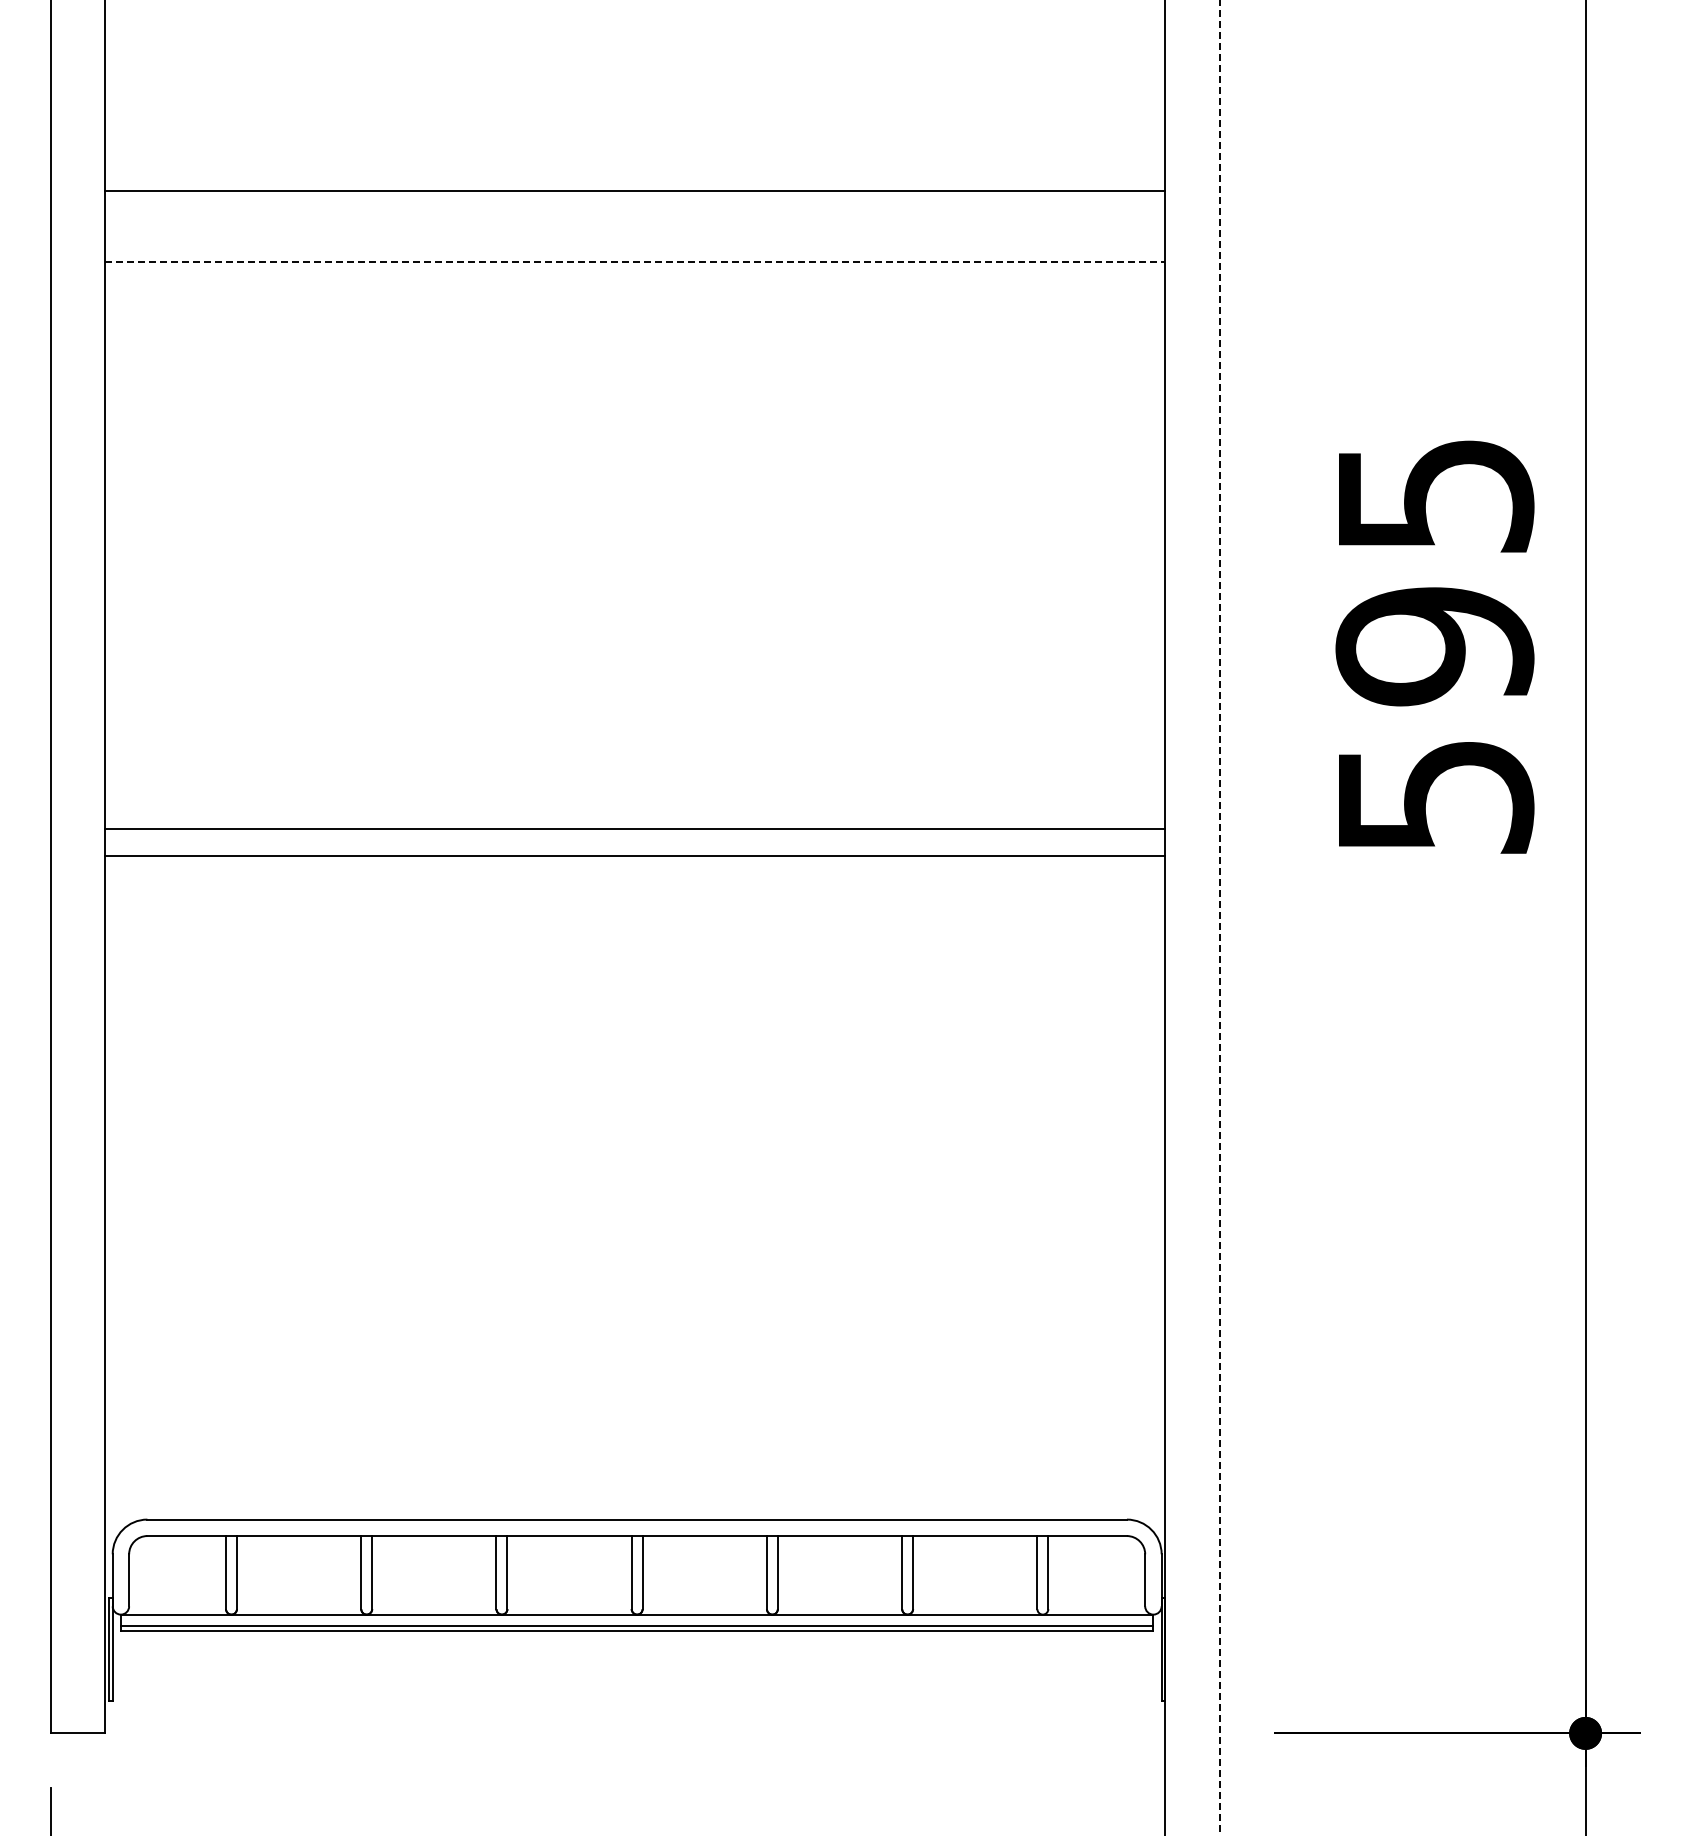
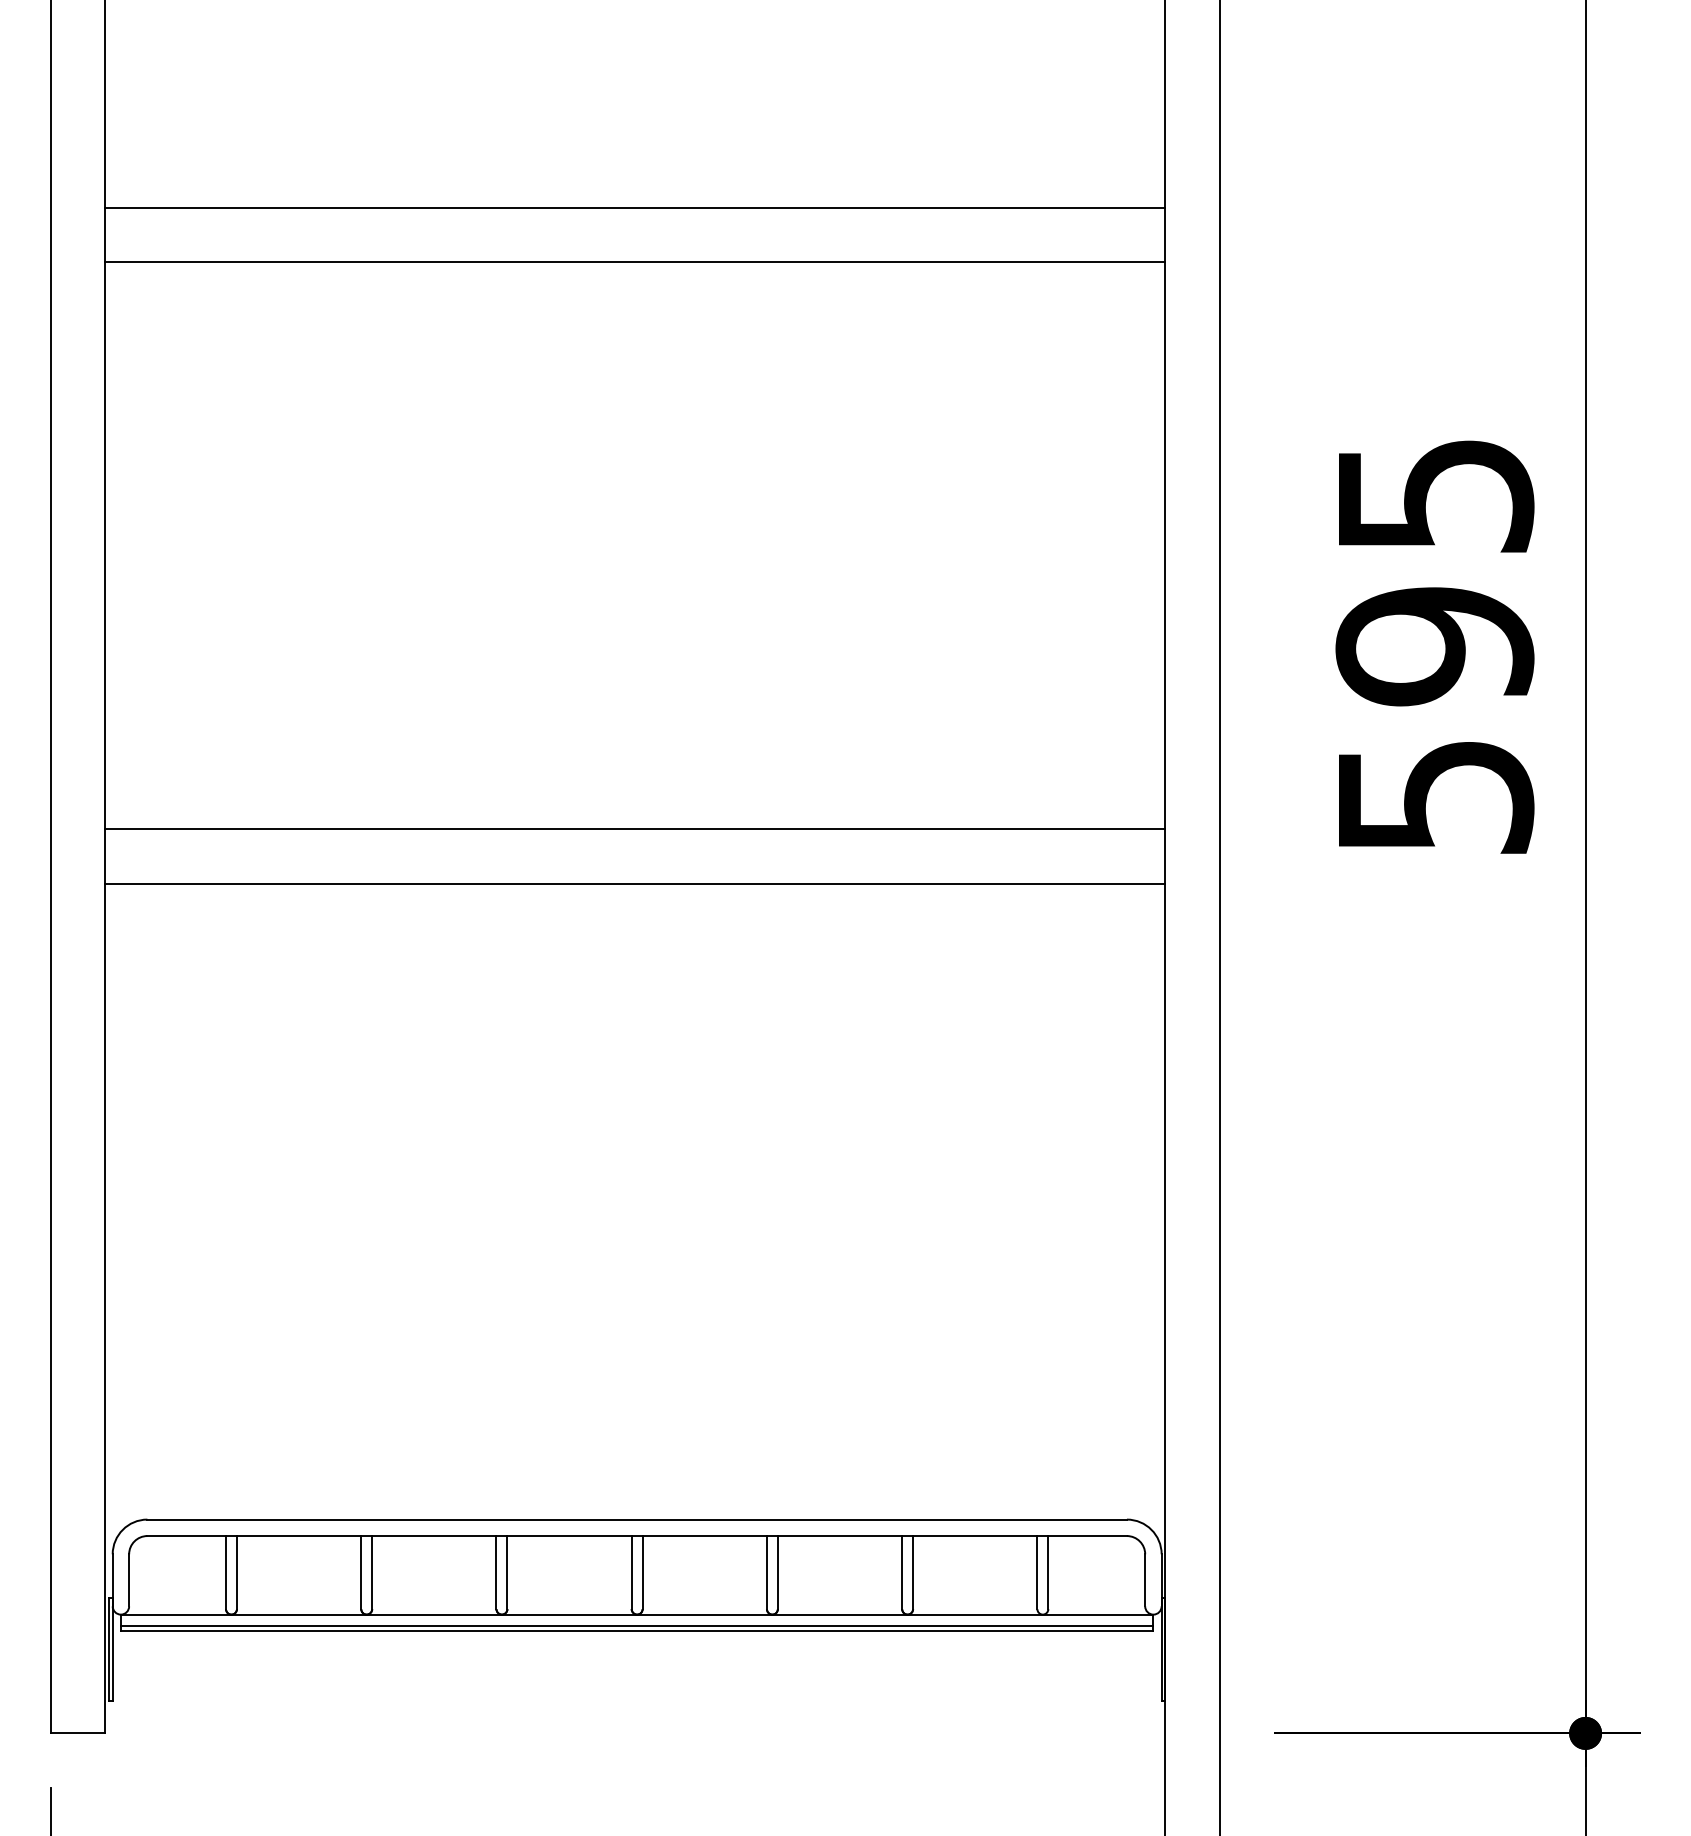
line at (635, 190) position: (635, 190) -> (635, 207)
line at (635, 262): dashed -> solid
line at (635, 855) position: (635, 855) -> (635, 883)
line at (1220, 917): dashed -> solid
